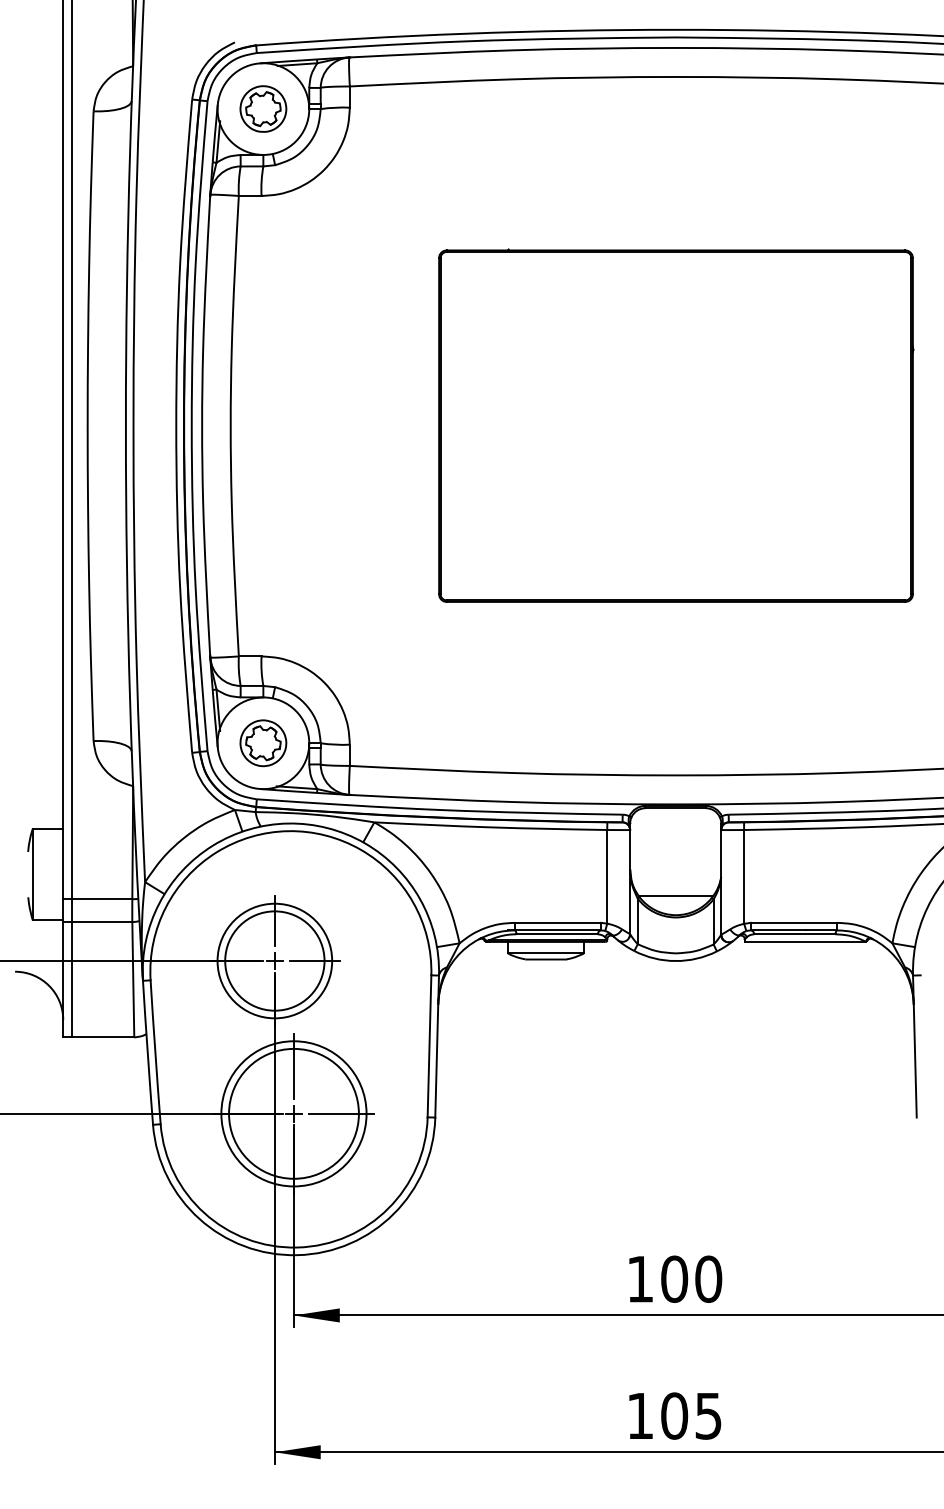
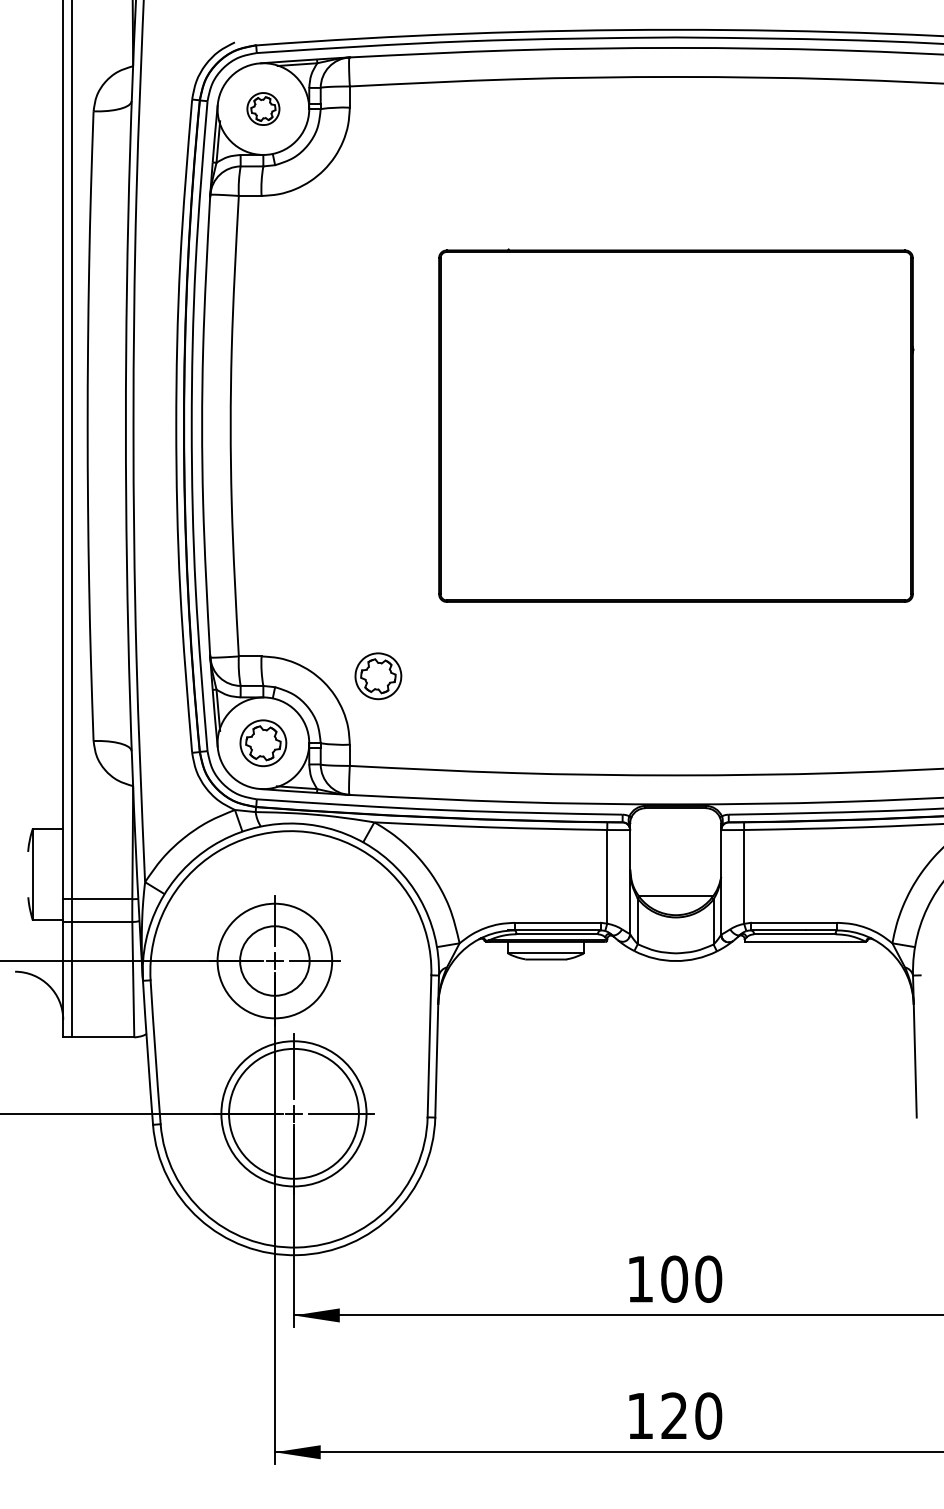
part at (263, 108) size: 49x48 px -> 35x34 px
part at (378, 676): none -> present
circle at (274, 960) diameter: 99 px -> 70 px
text at (691, 1415): 105 -> 120
